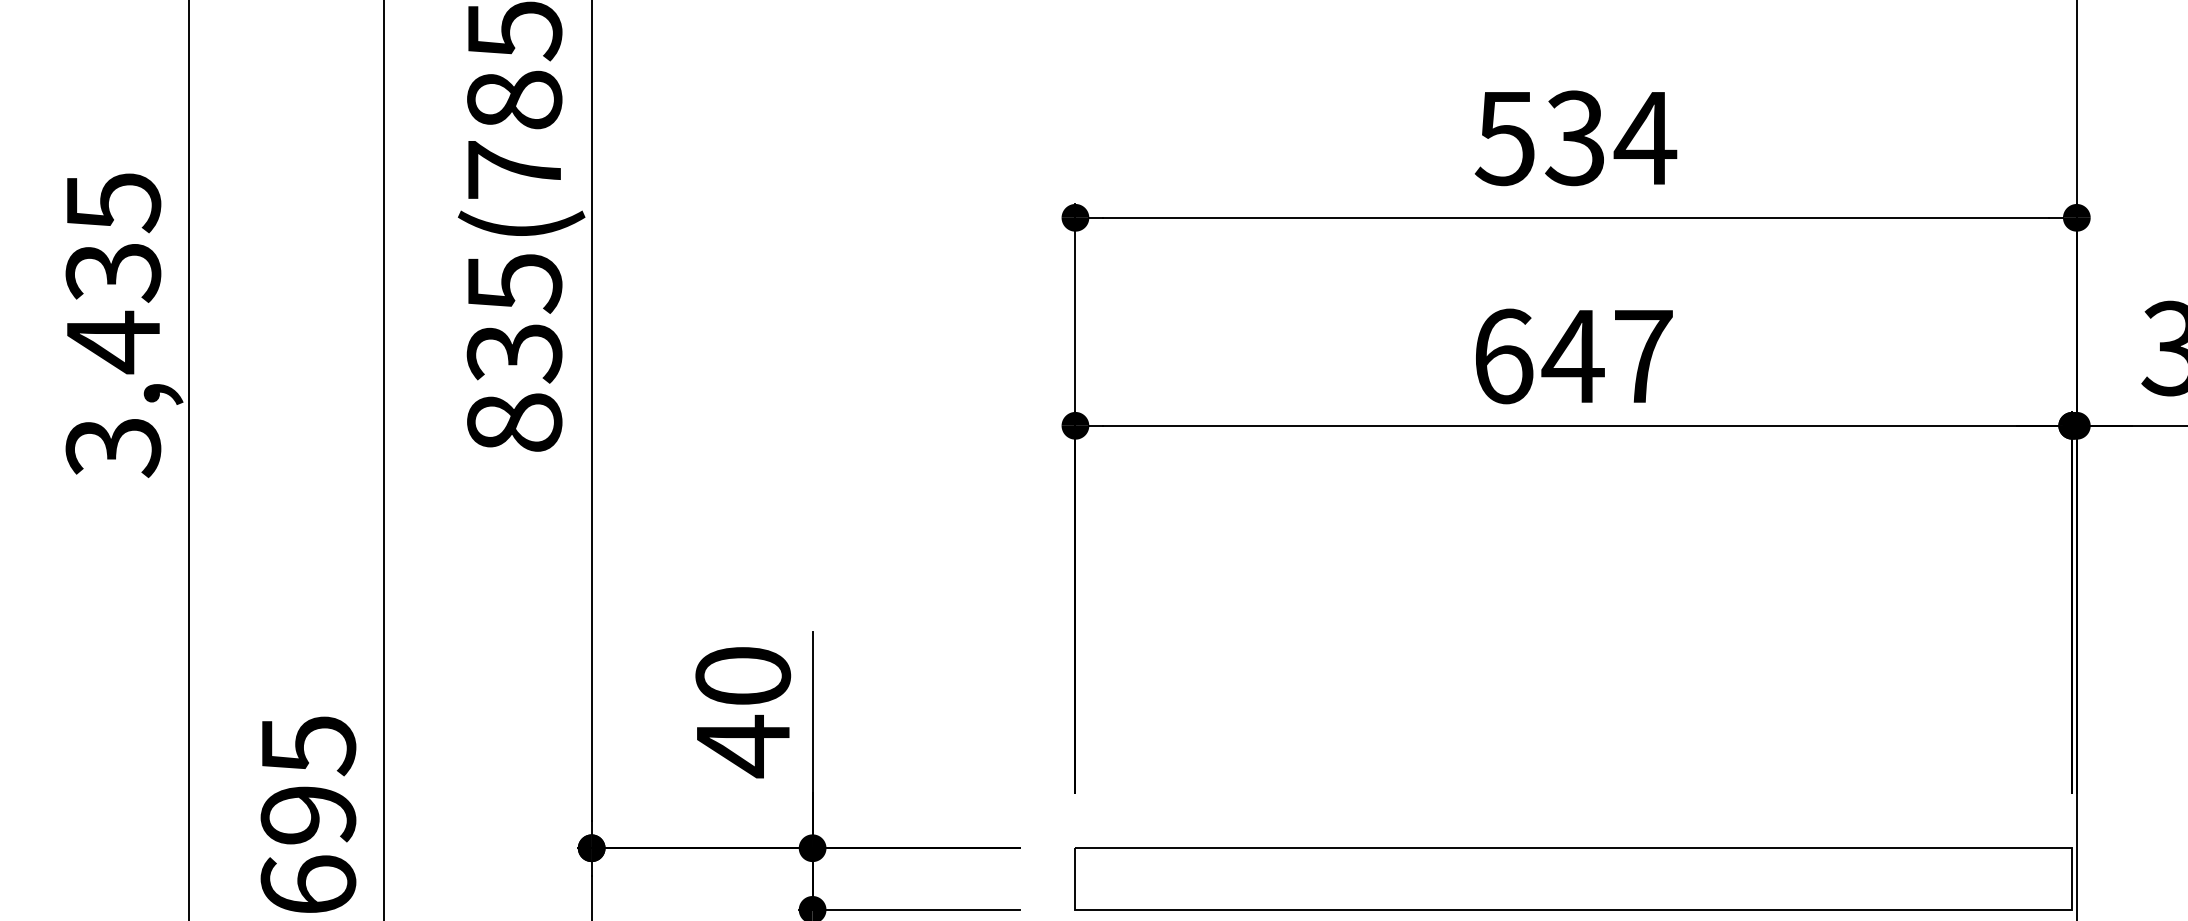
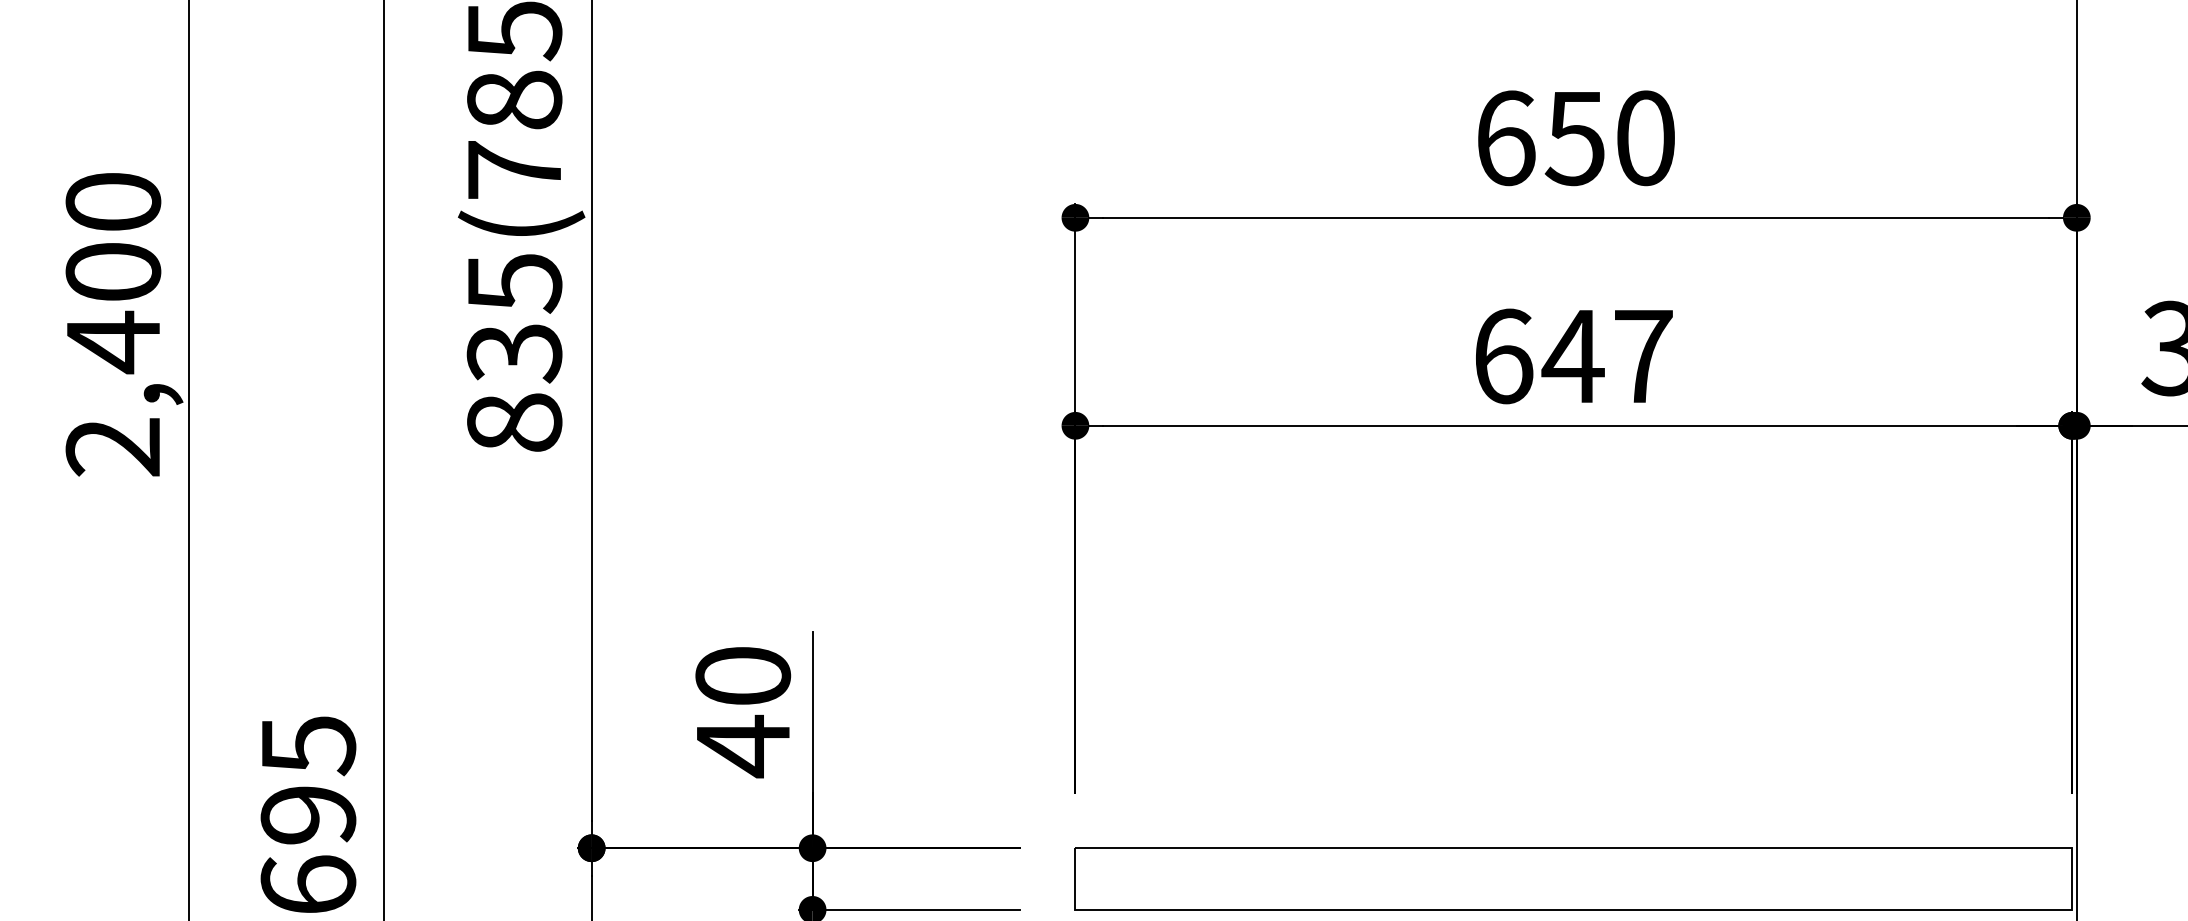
text at (1575, 138): 534 -> 650
text at (113, 325): 3,435 -> 2,400
